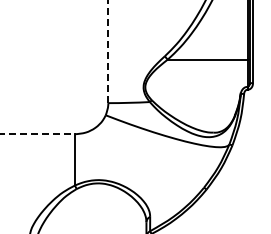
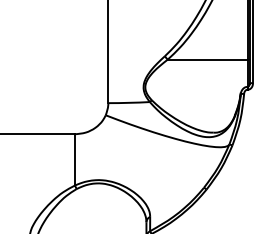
line at (108, 51): dashed -> solid
line at (37, 134): dashed -> solid
